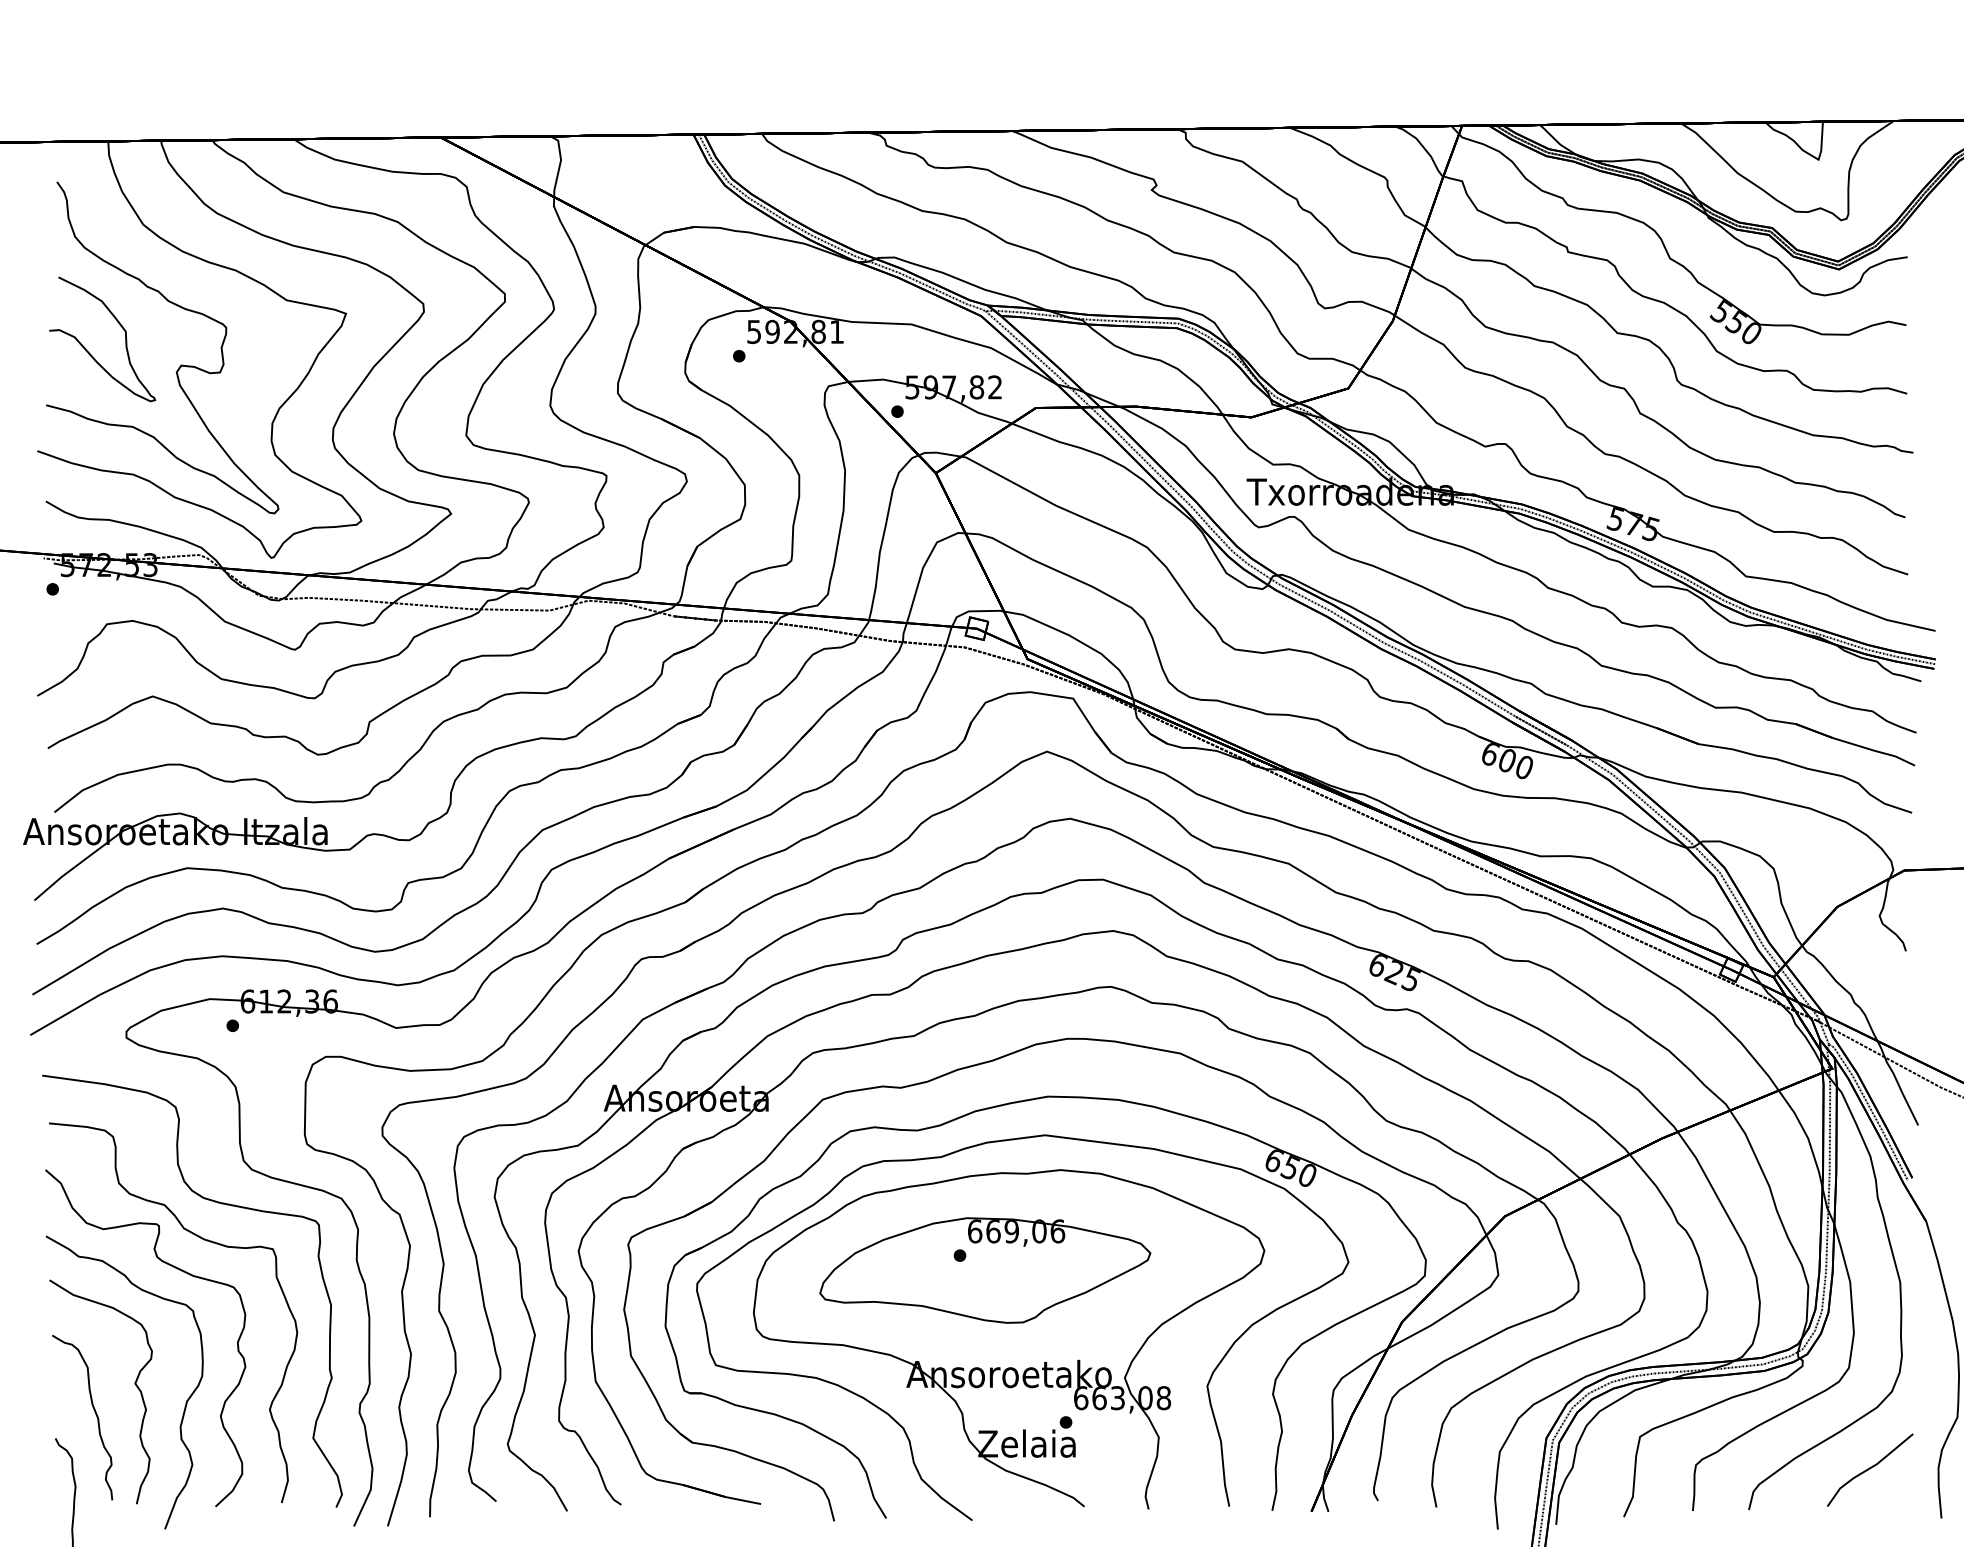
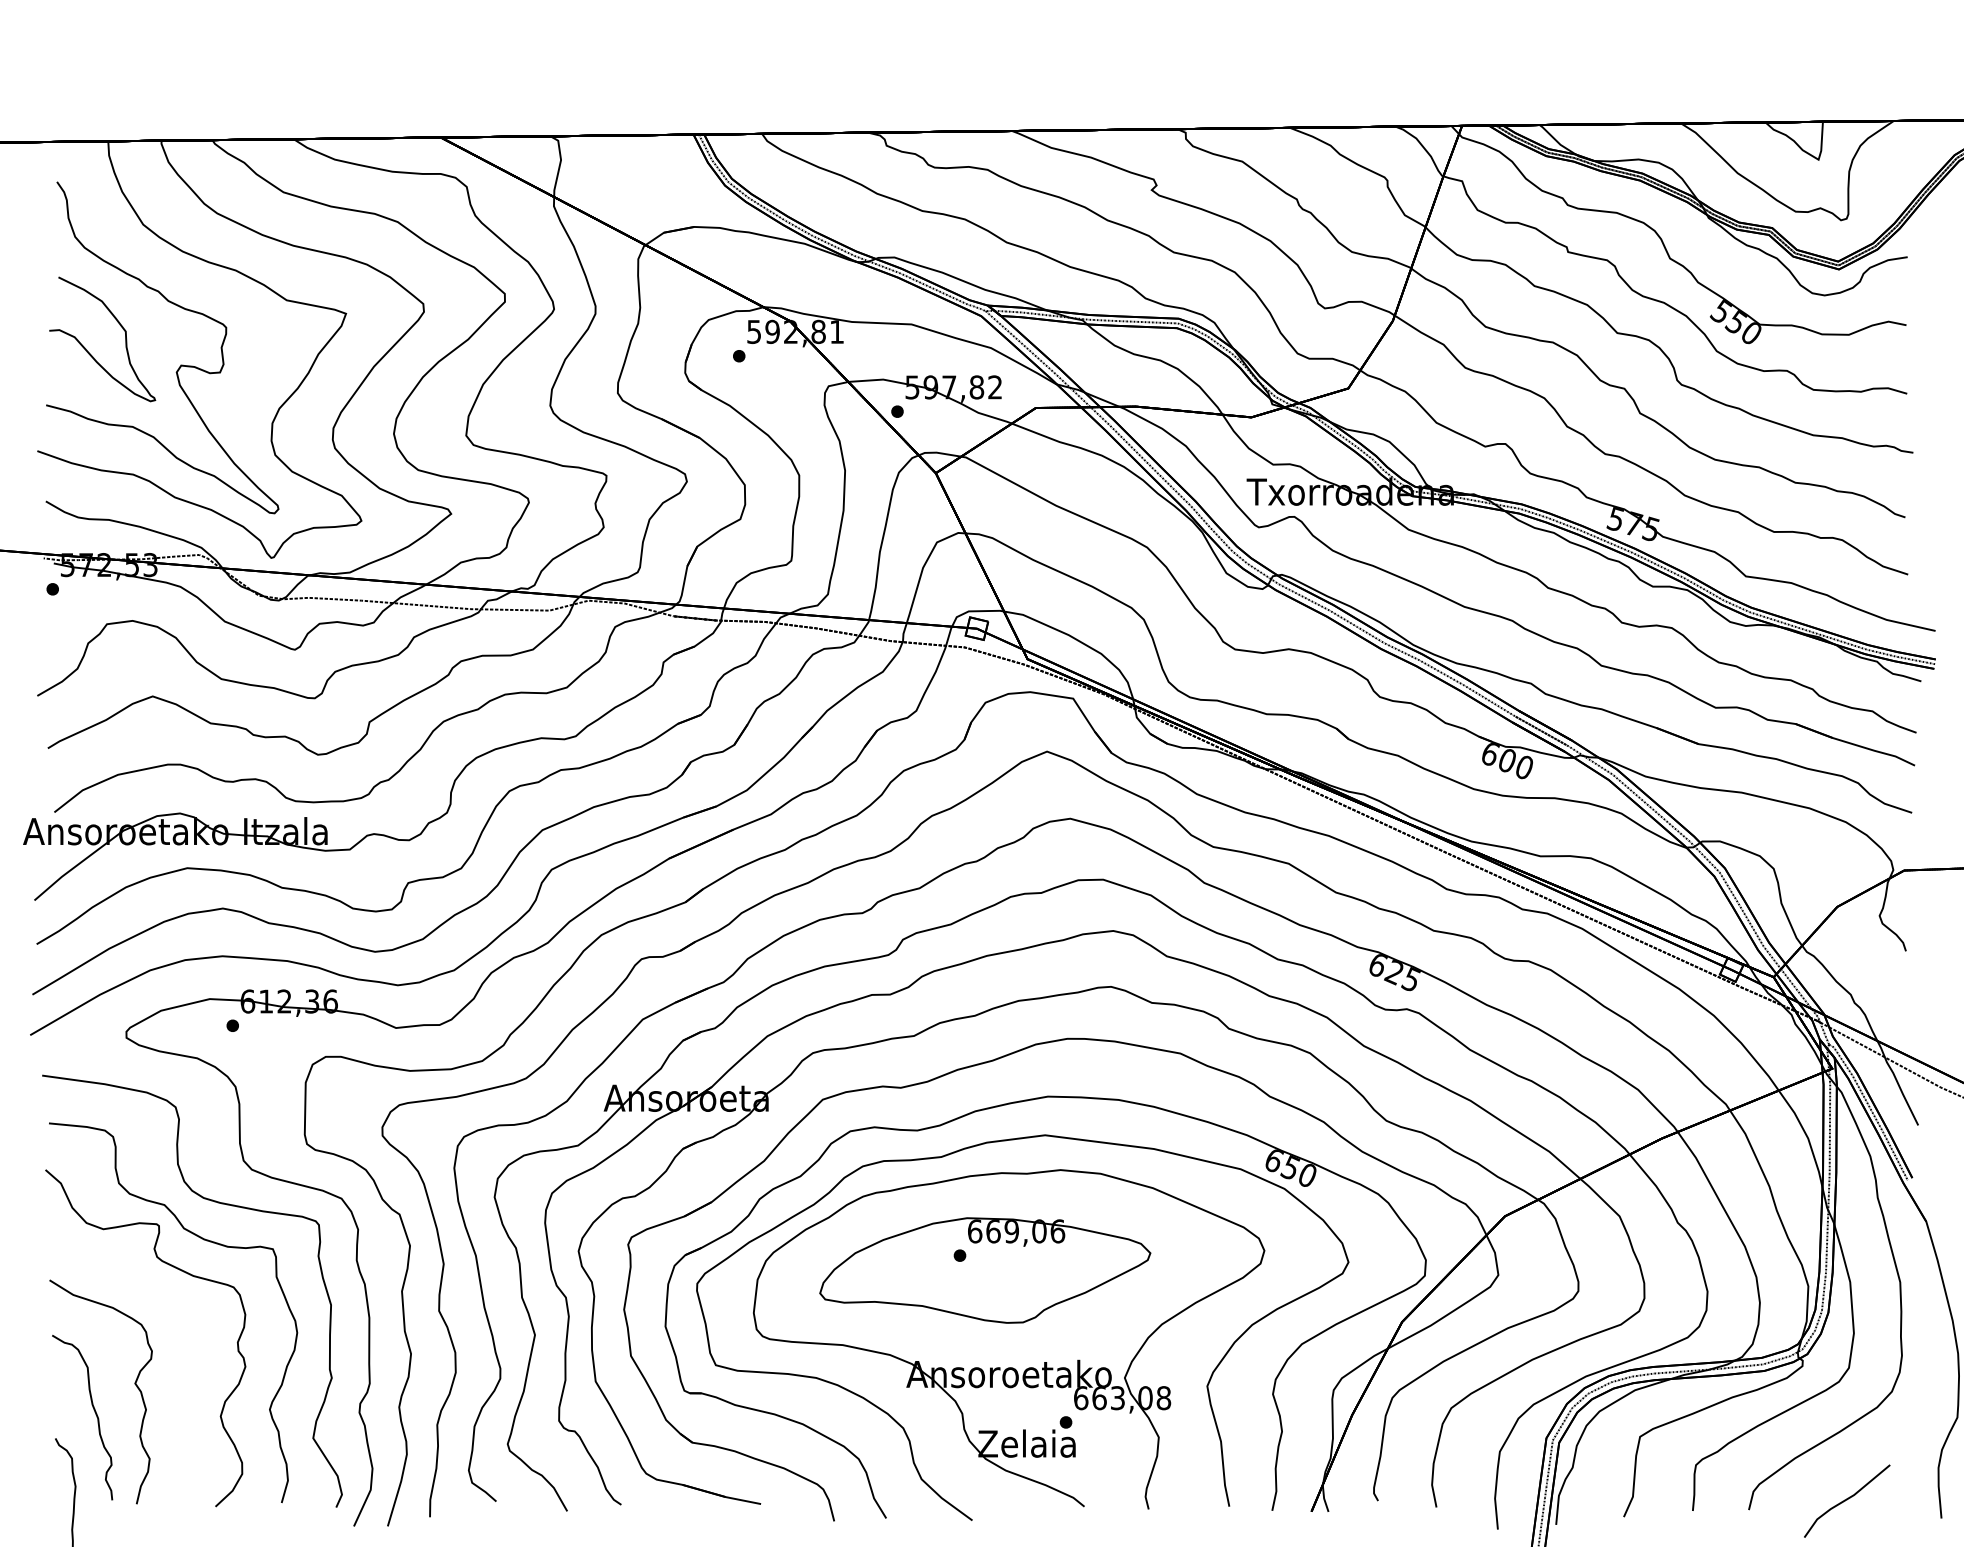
curve at (185, 1402): present -> none
line at (1870, 1469) position: (1870, 1469) -> (1847, 1500)
